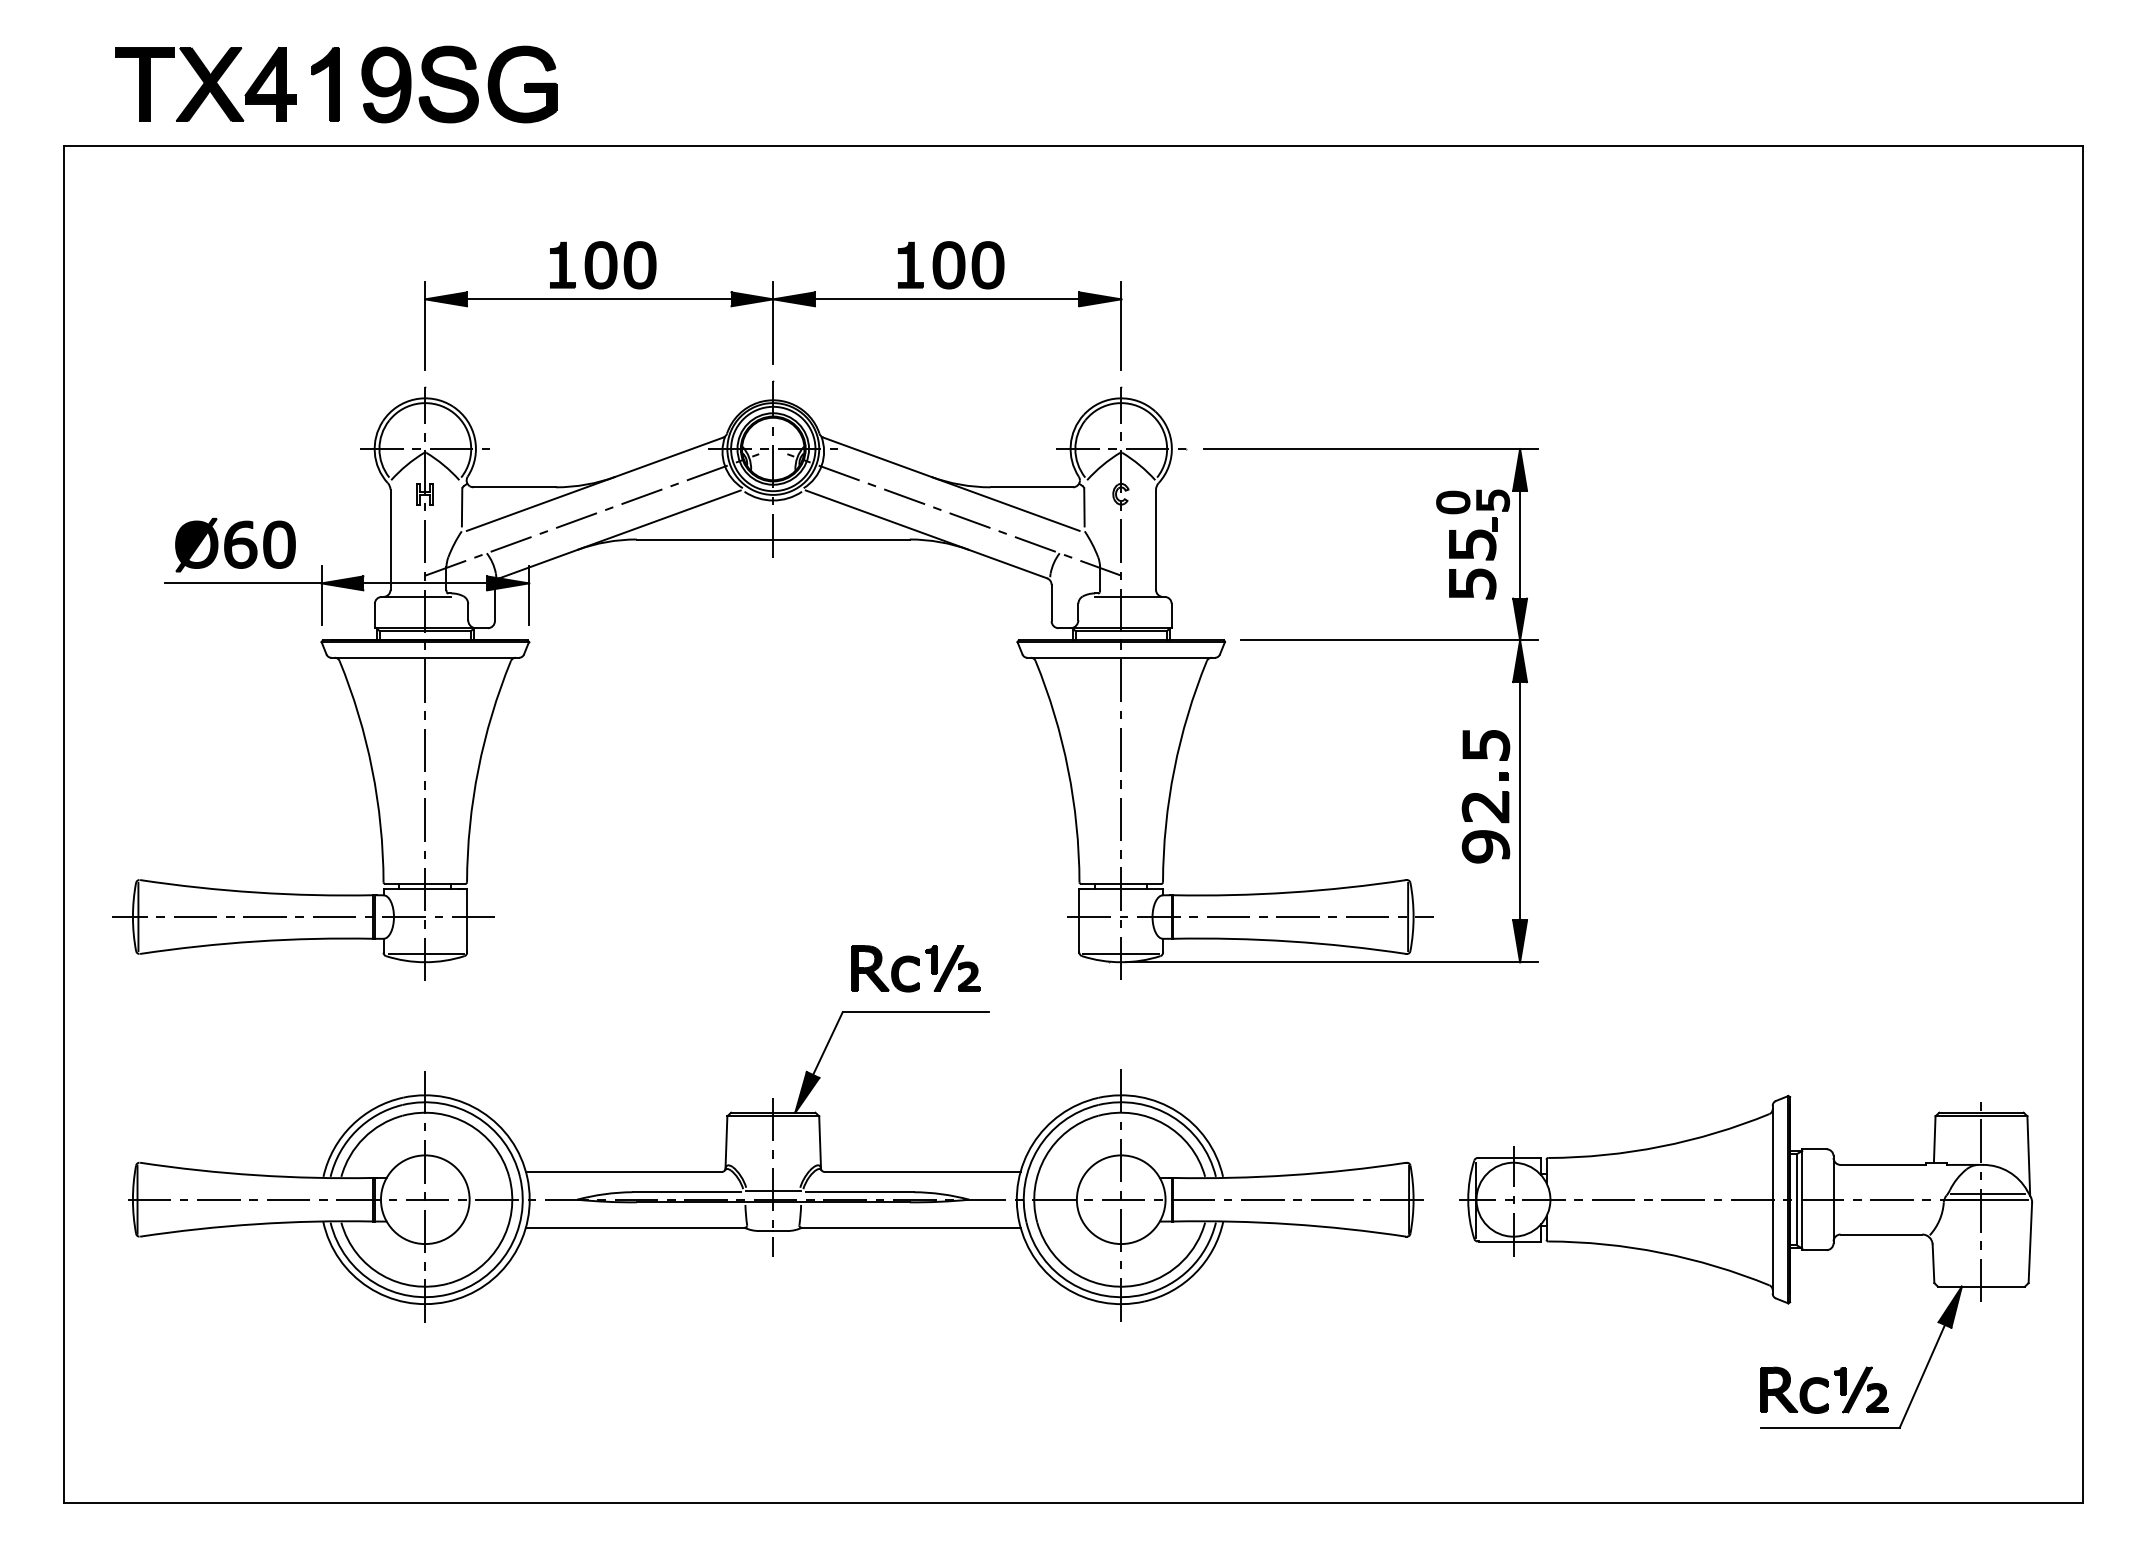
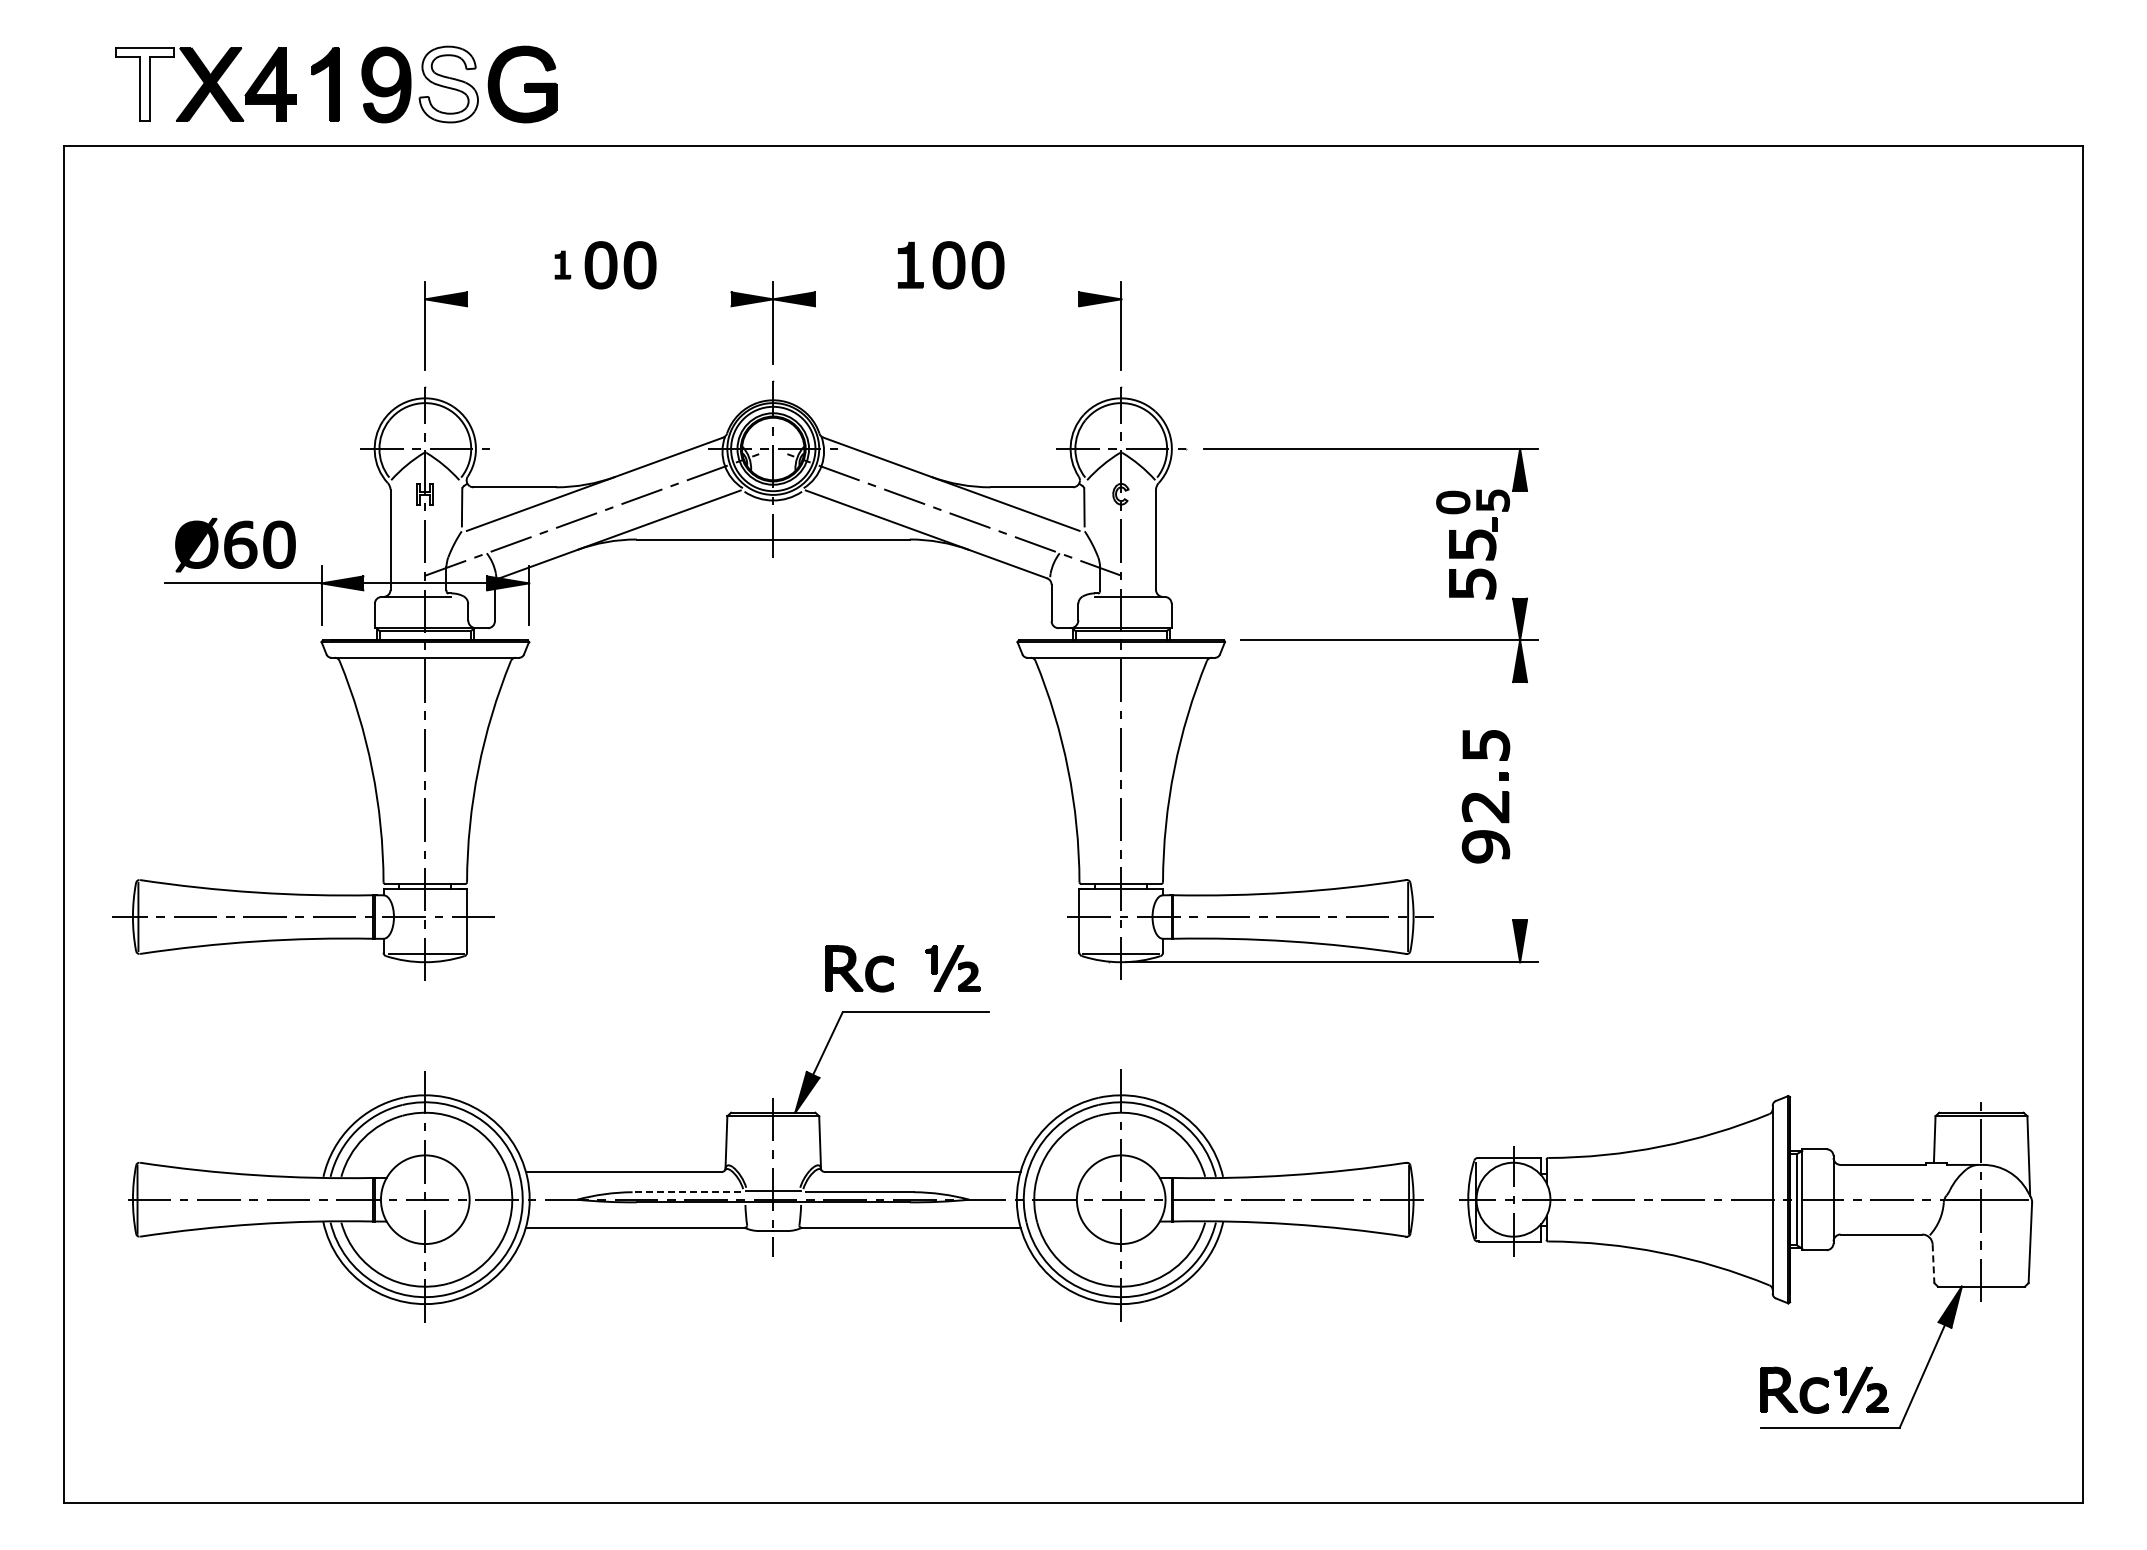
fill at (144, 84): present -> none
fill at (448, 84): present -> none
part at (562, 264) size: 26x48 px -> 18x30 px
line at (599, 299): present -> none
line at (947, 299): present -> none
line at (1520, 544): present -> none
line at (1520, 801): present -> none
part at (885, 968) position: (885, 968) -> (859, 968)
line at (686, 1192): solid -> dashed
line at (1988, 1194): present -> none
line at (1933, 1264): solid -> dashed
